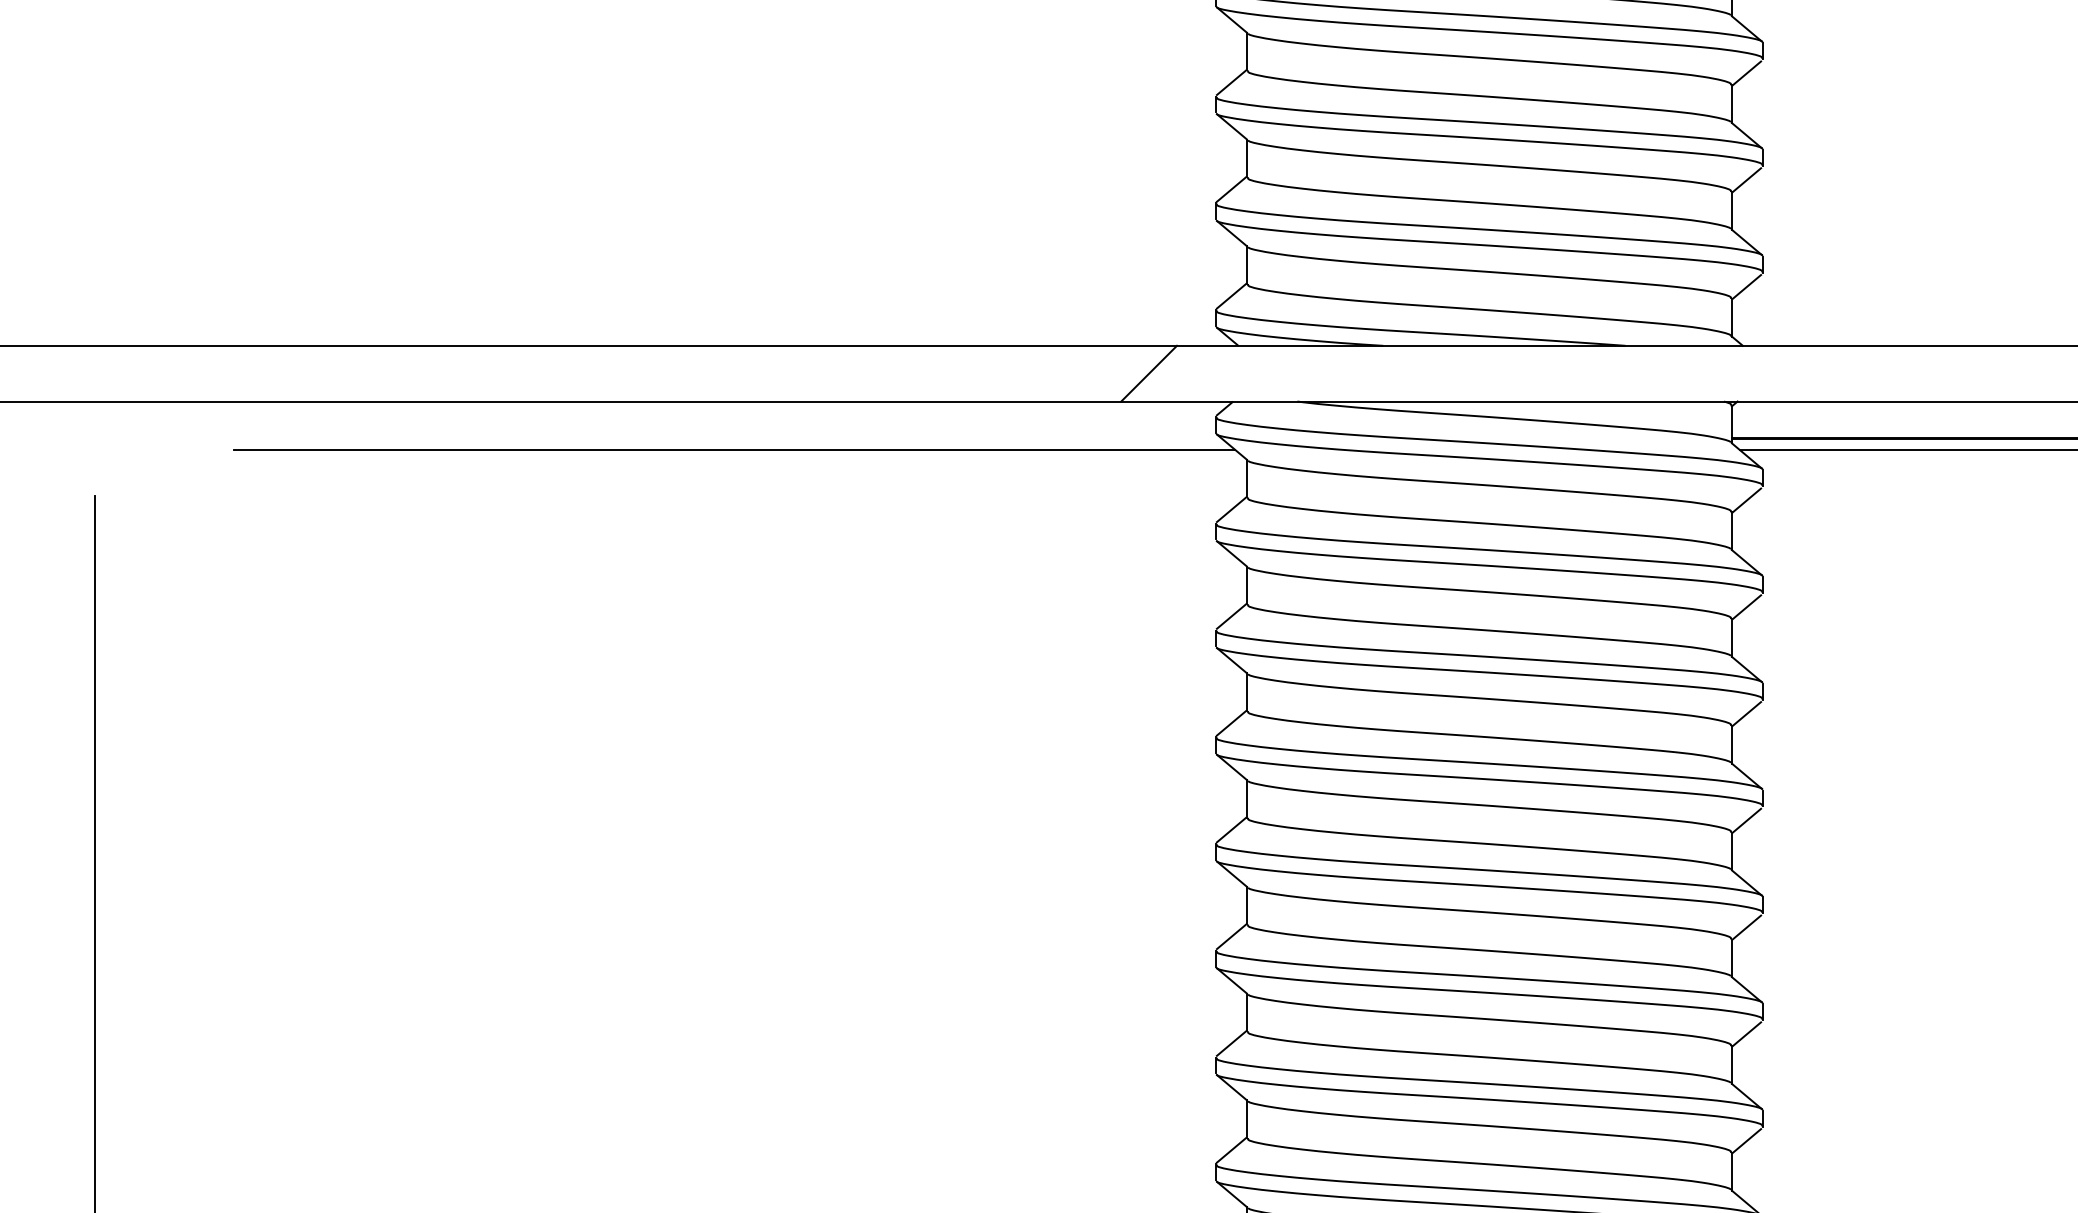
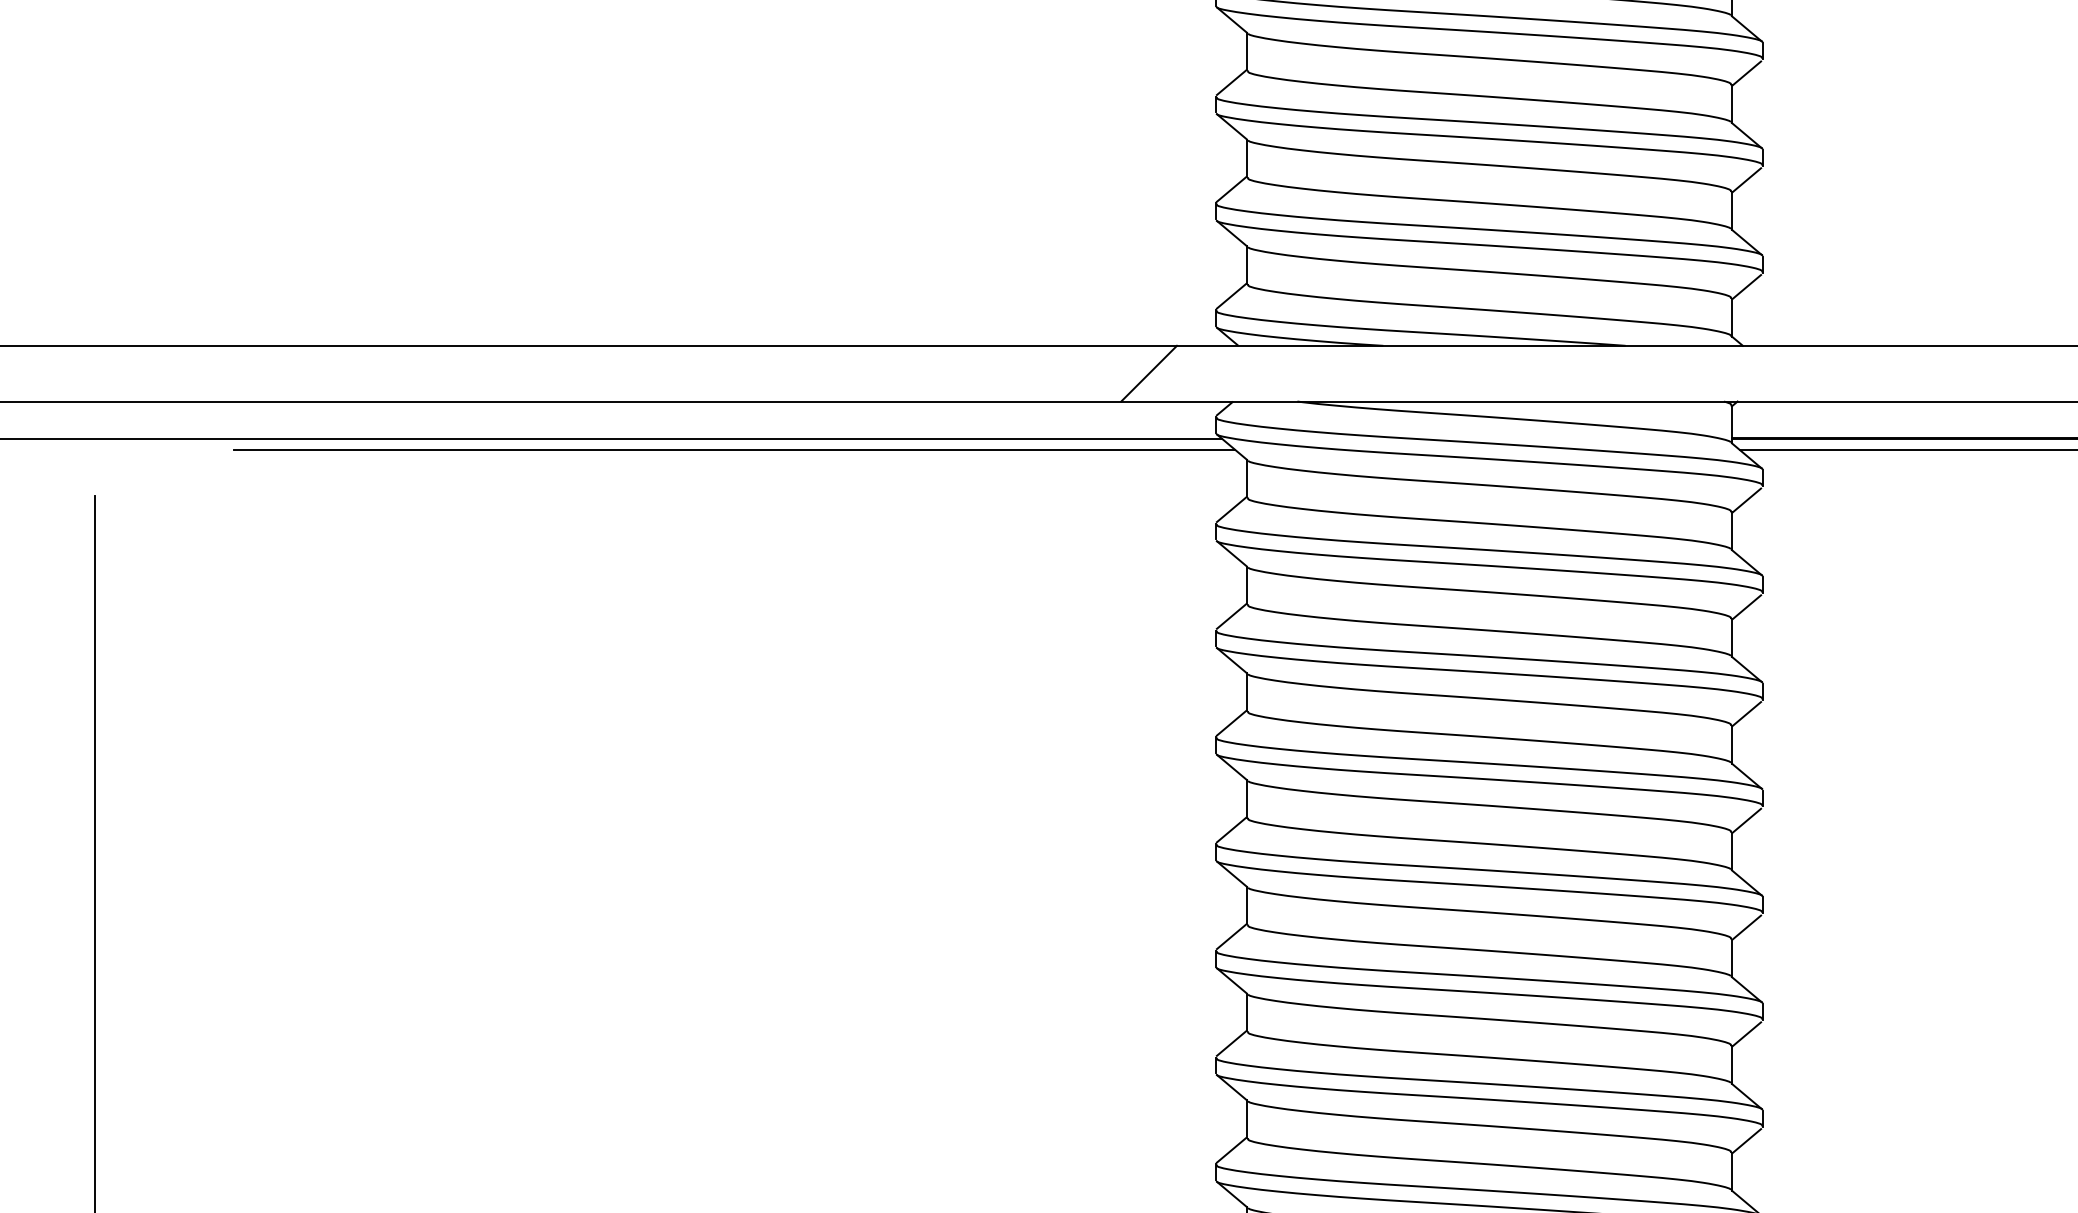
line at (611, 438): none -> present
